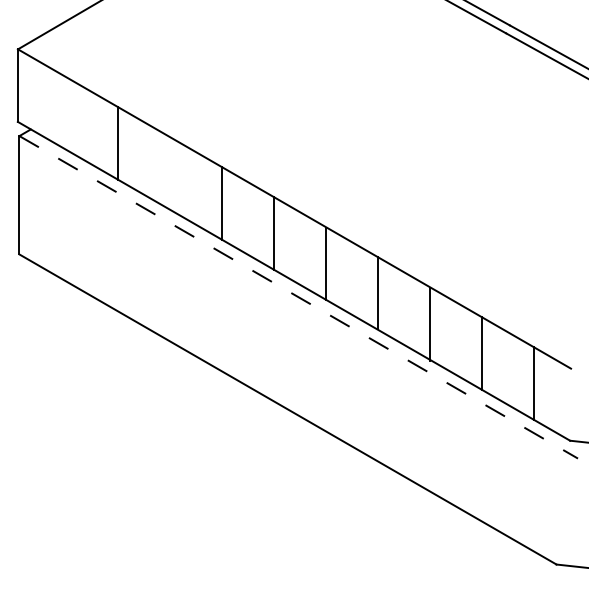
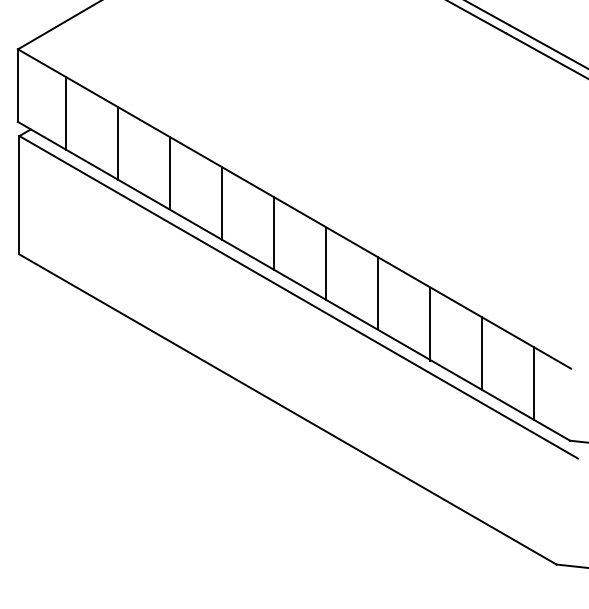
line at (65, 113): none -> present
line at (169, 173): none -> present
line at (299, 297): dashed -> solid
